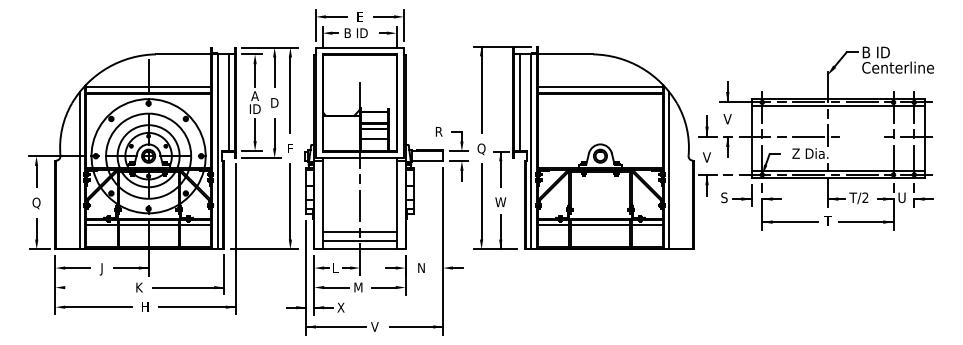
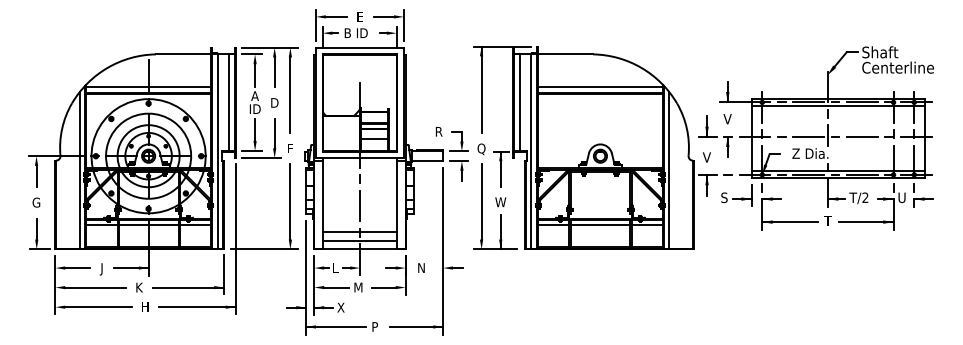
text at (880, 52): B ID -> Shaft
line at (862, 136): none -> present
text at (37, 203): Q -> G
line at (95, 287): none -> present
text at (374, 326): V -> P
